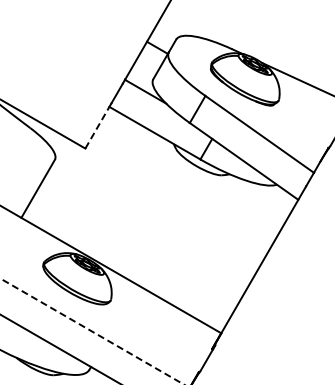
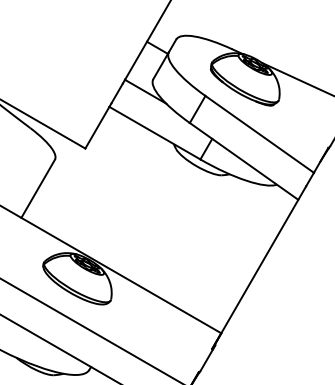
line at (97, 127): dashed -> solid
line at (92, 331): dashed -> solid
